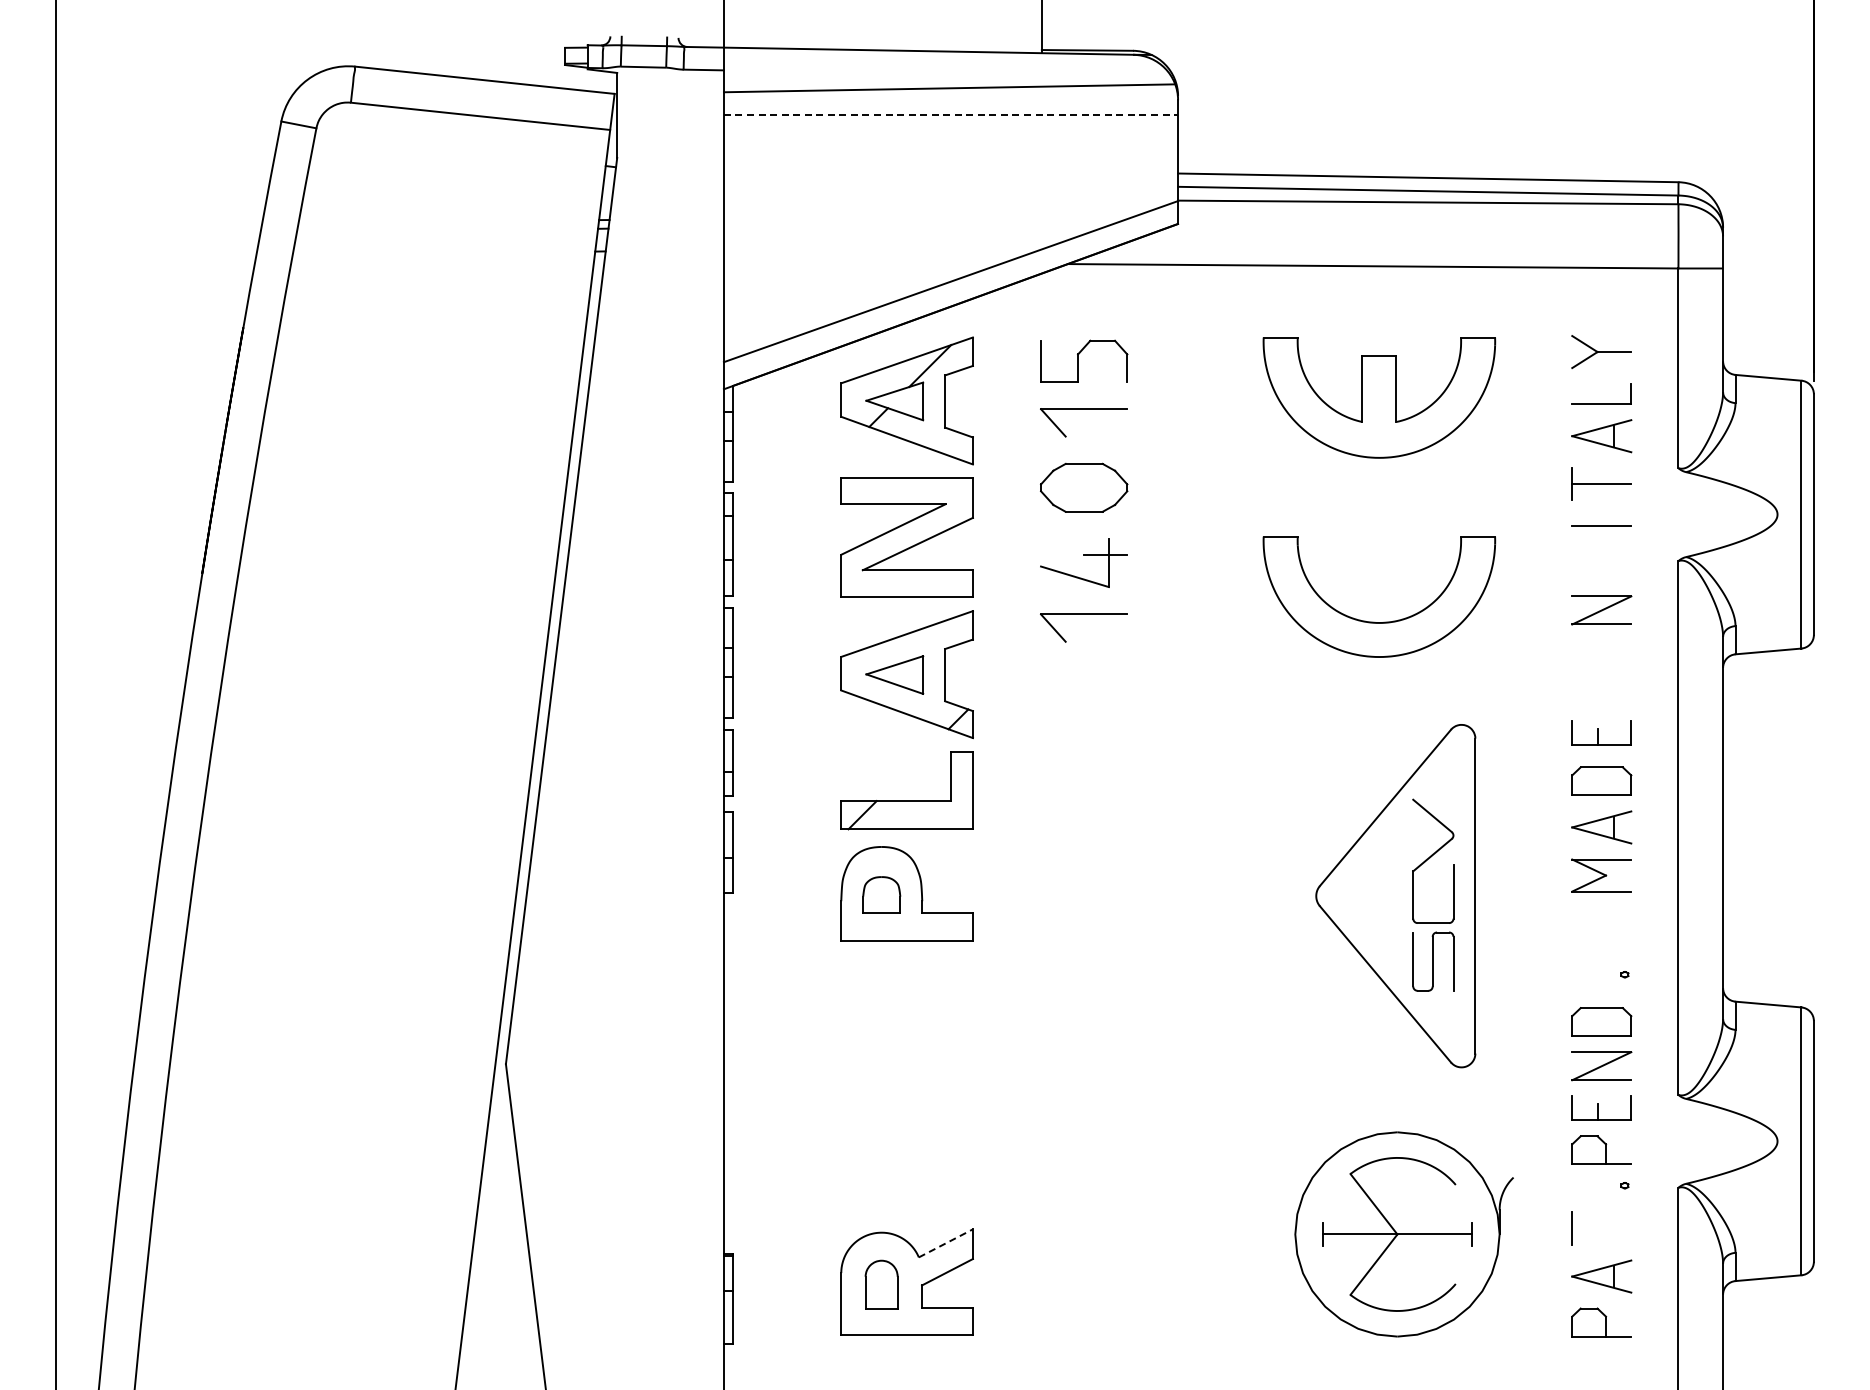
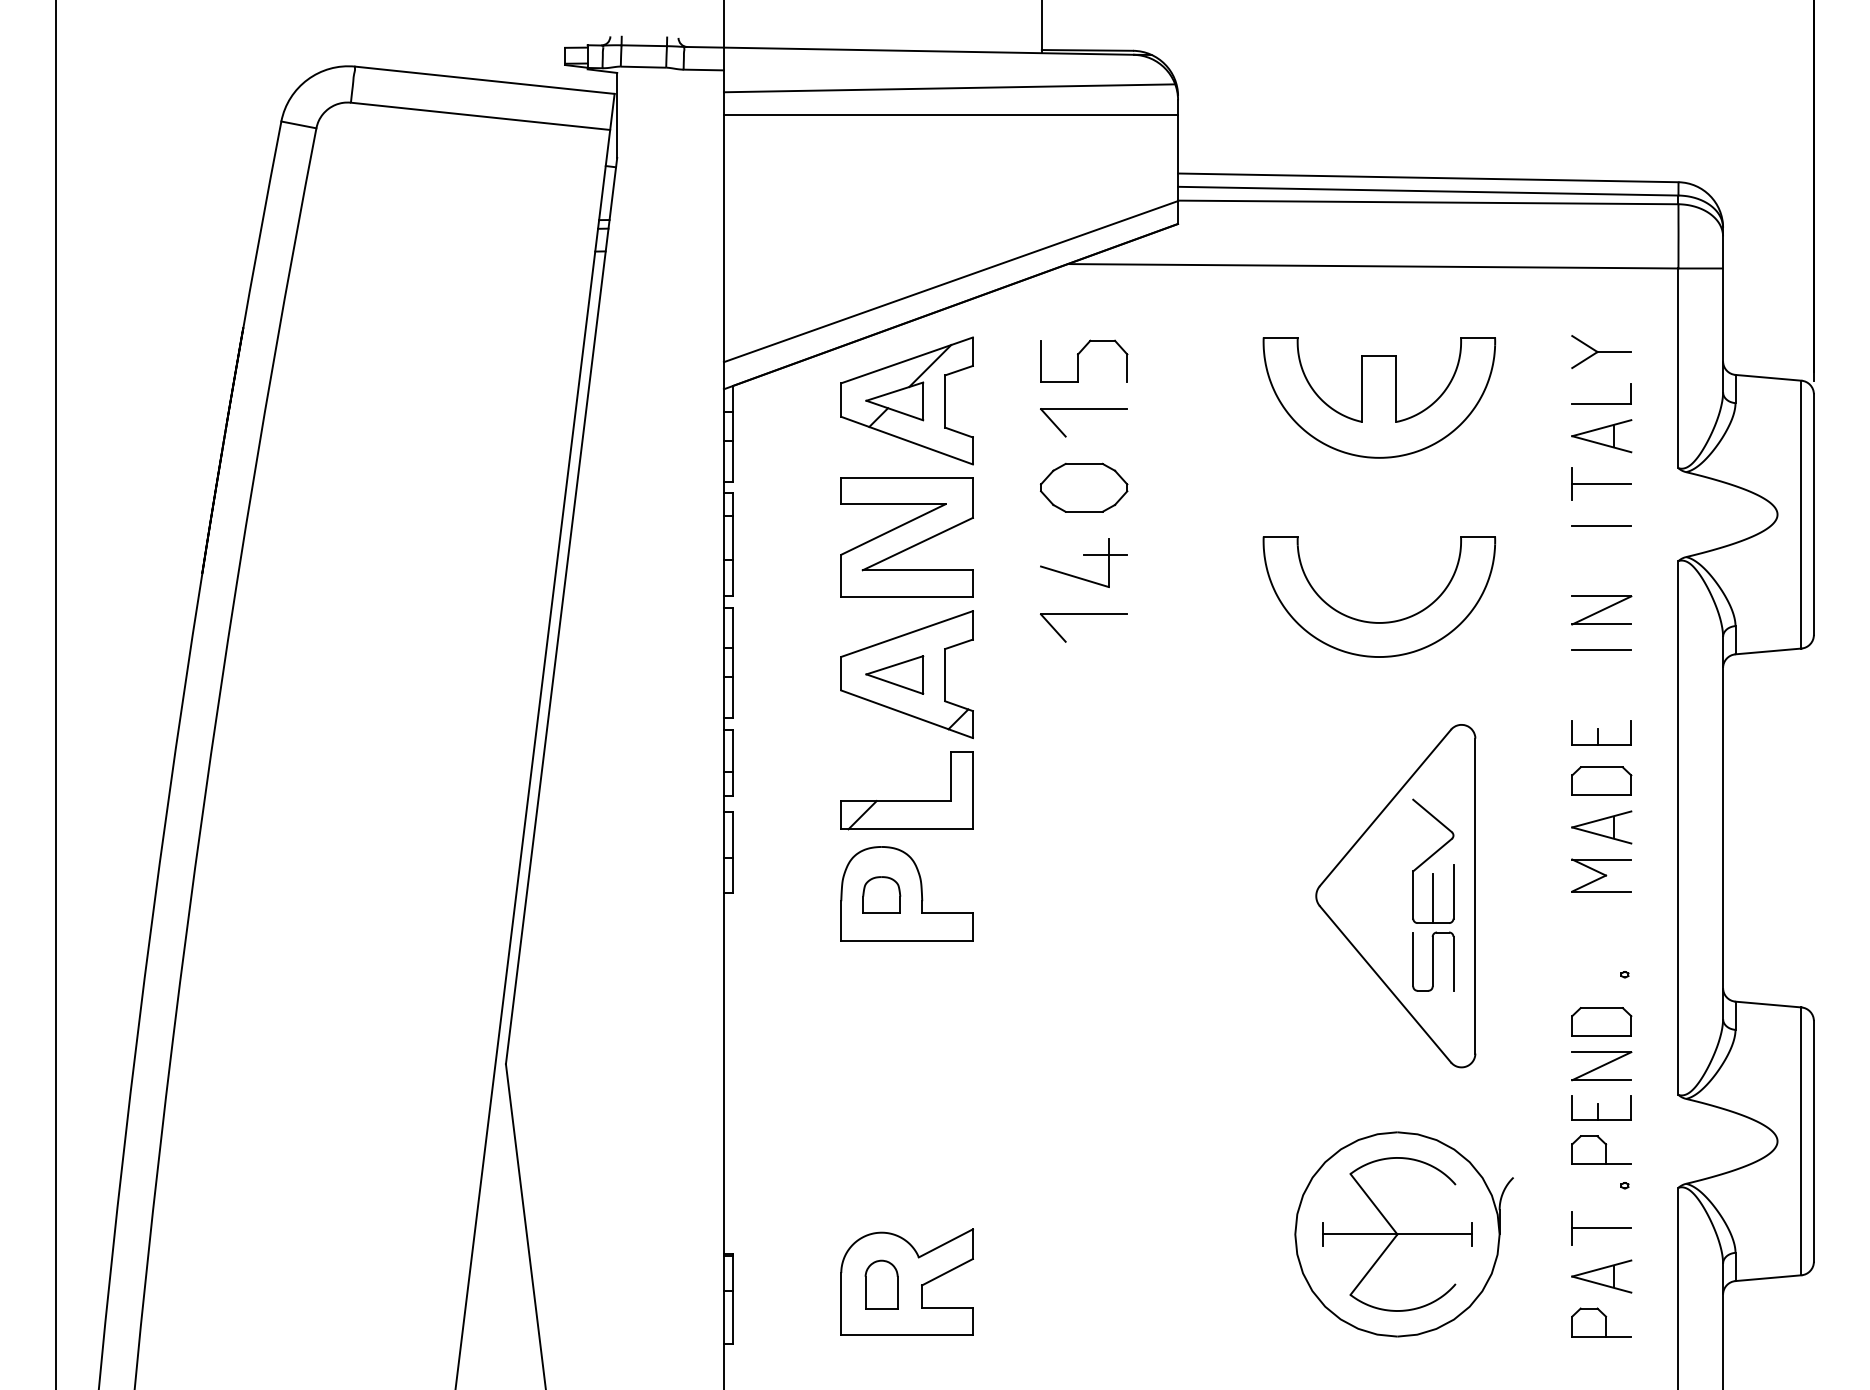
line at (951, 114): dashed -> solid
line at (1601, 649): none -> present
line at (1433, 898): none -> present
line at (1601, 1228): none -> present
line at (946, 1243): dashed -> solid
